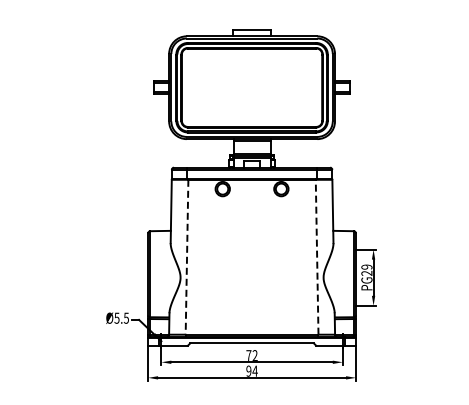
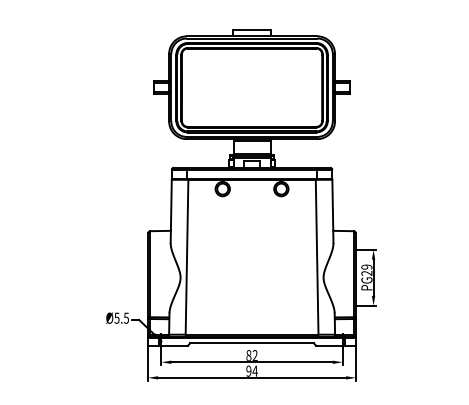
line at (317, 256): dashed -> solid
line at (187, 257): dashed -> solid
text at (248, 355): 72 -> 82
